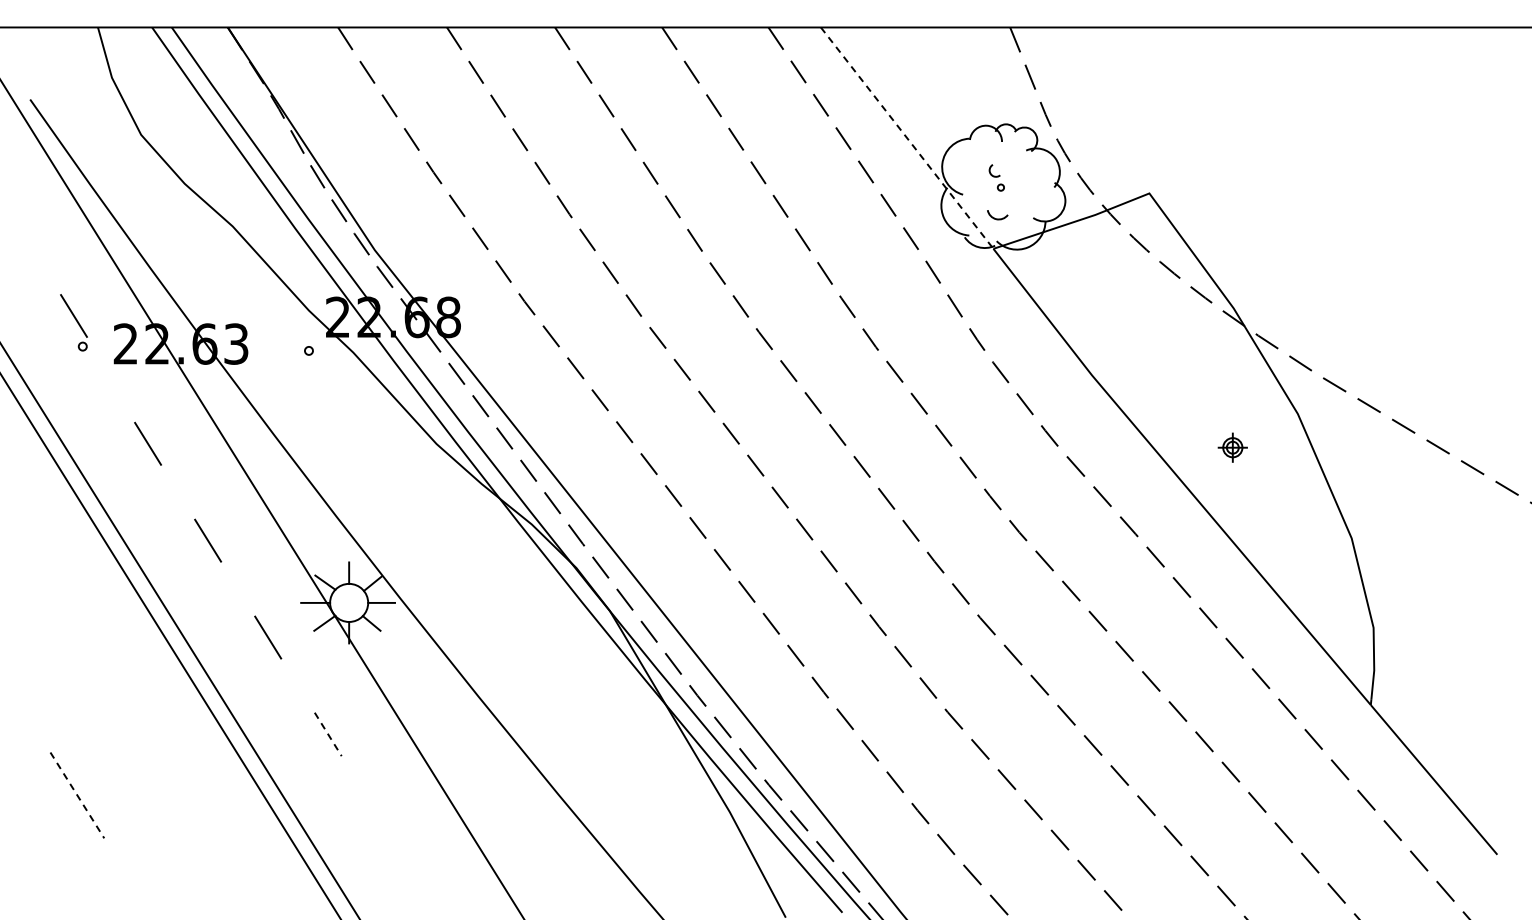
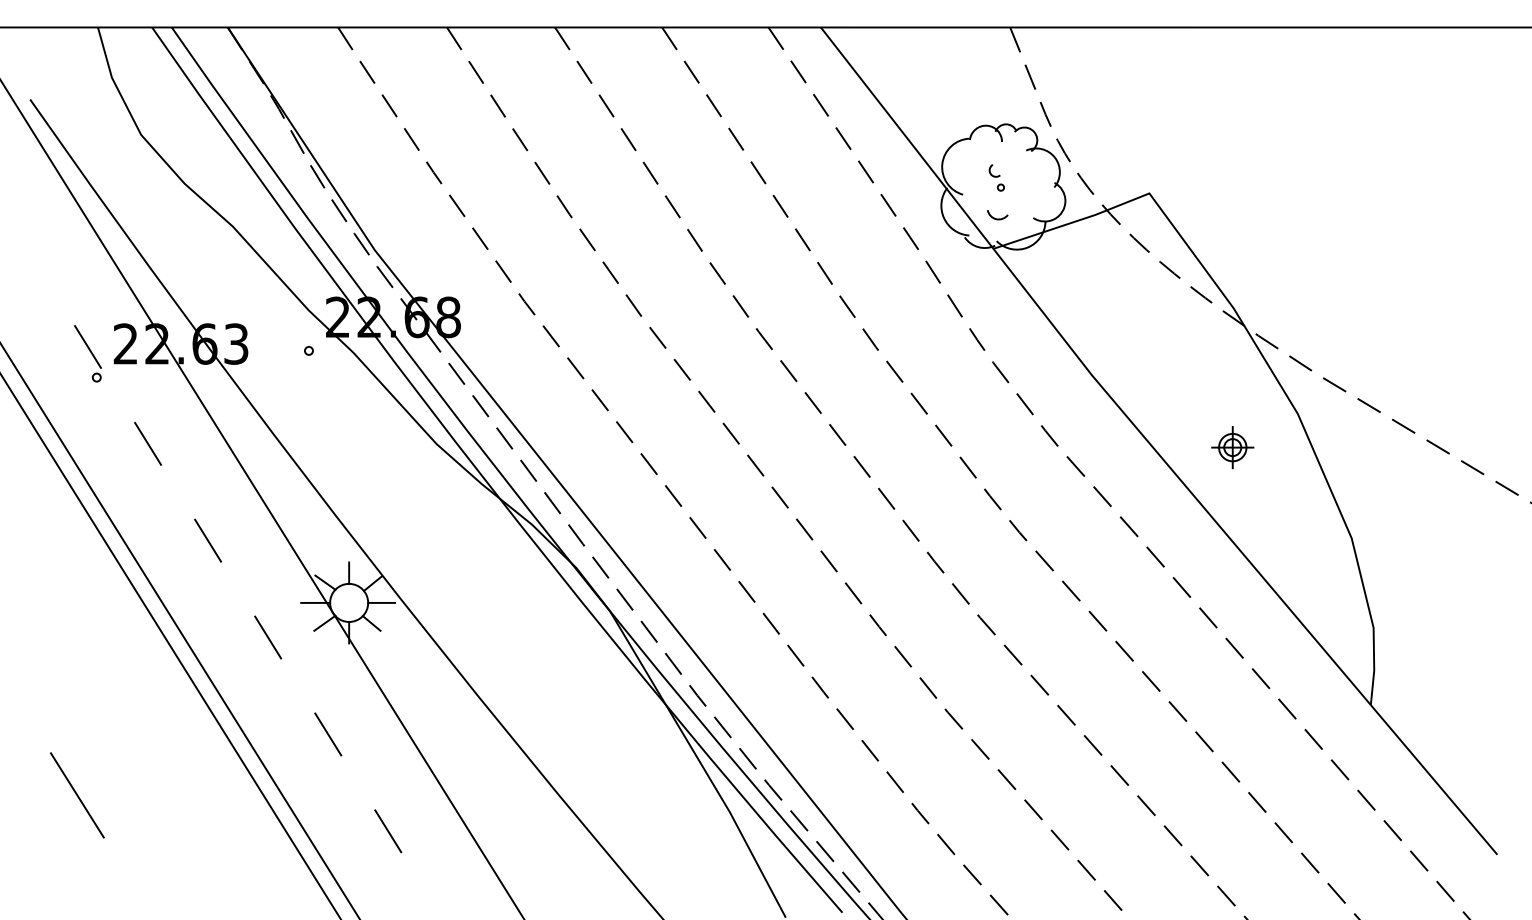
line at (907, 138): dashed -> solid
part at (73, 322) position: (73, 322) -> (87, 353)
part at (1232, 447) size: 31x31 px -> 44x44 px
line at (328, 734): dashed -> solid
line at (77, 795): dashed -> solid
line at (388, 831): none -> present
